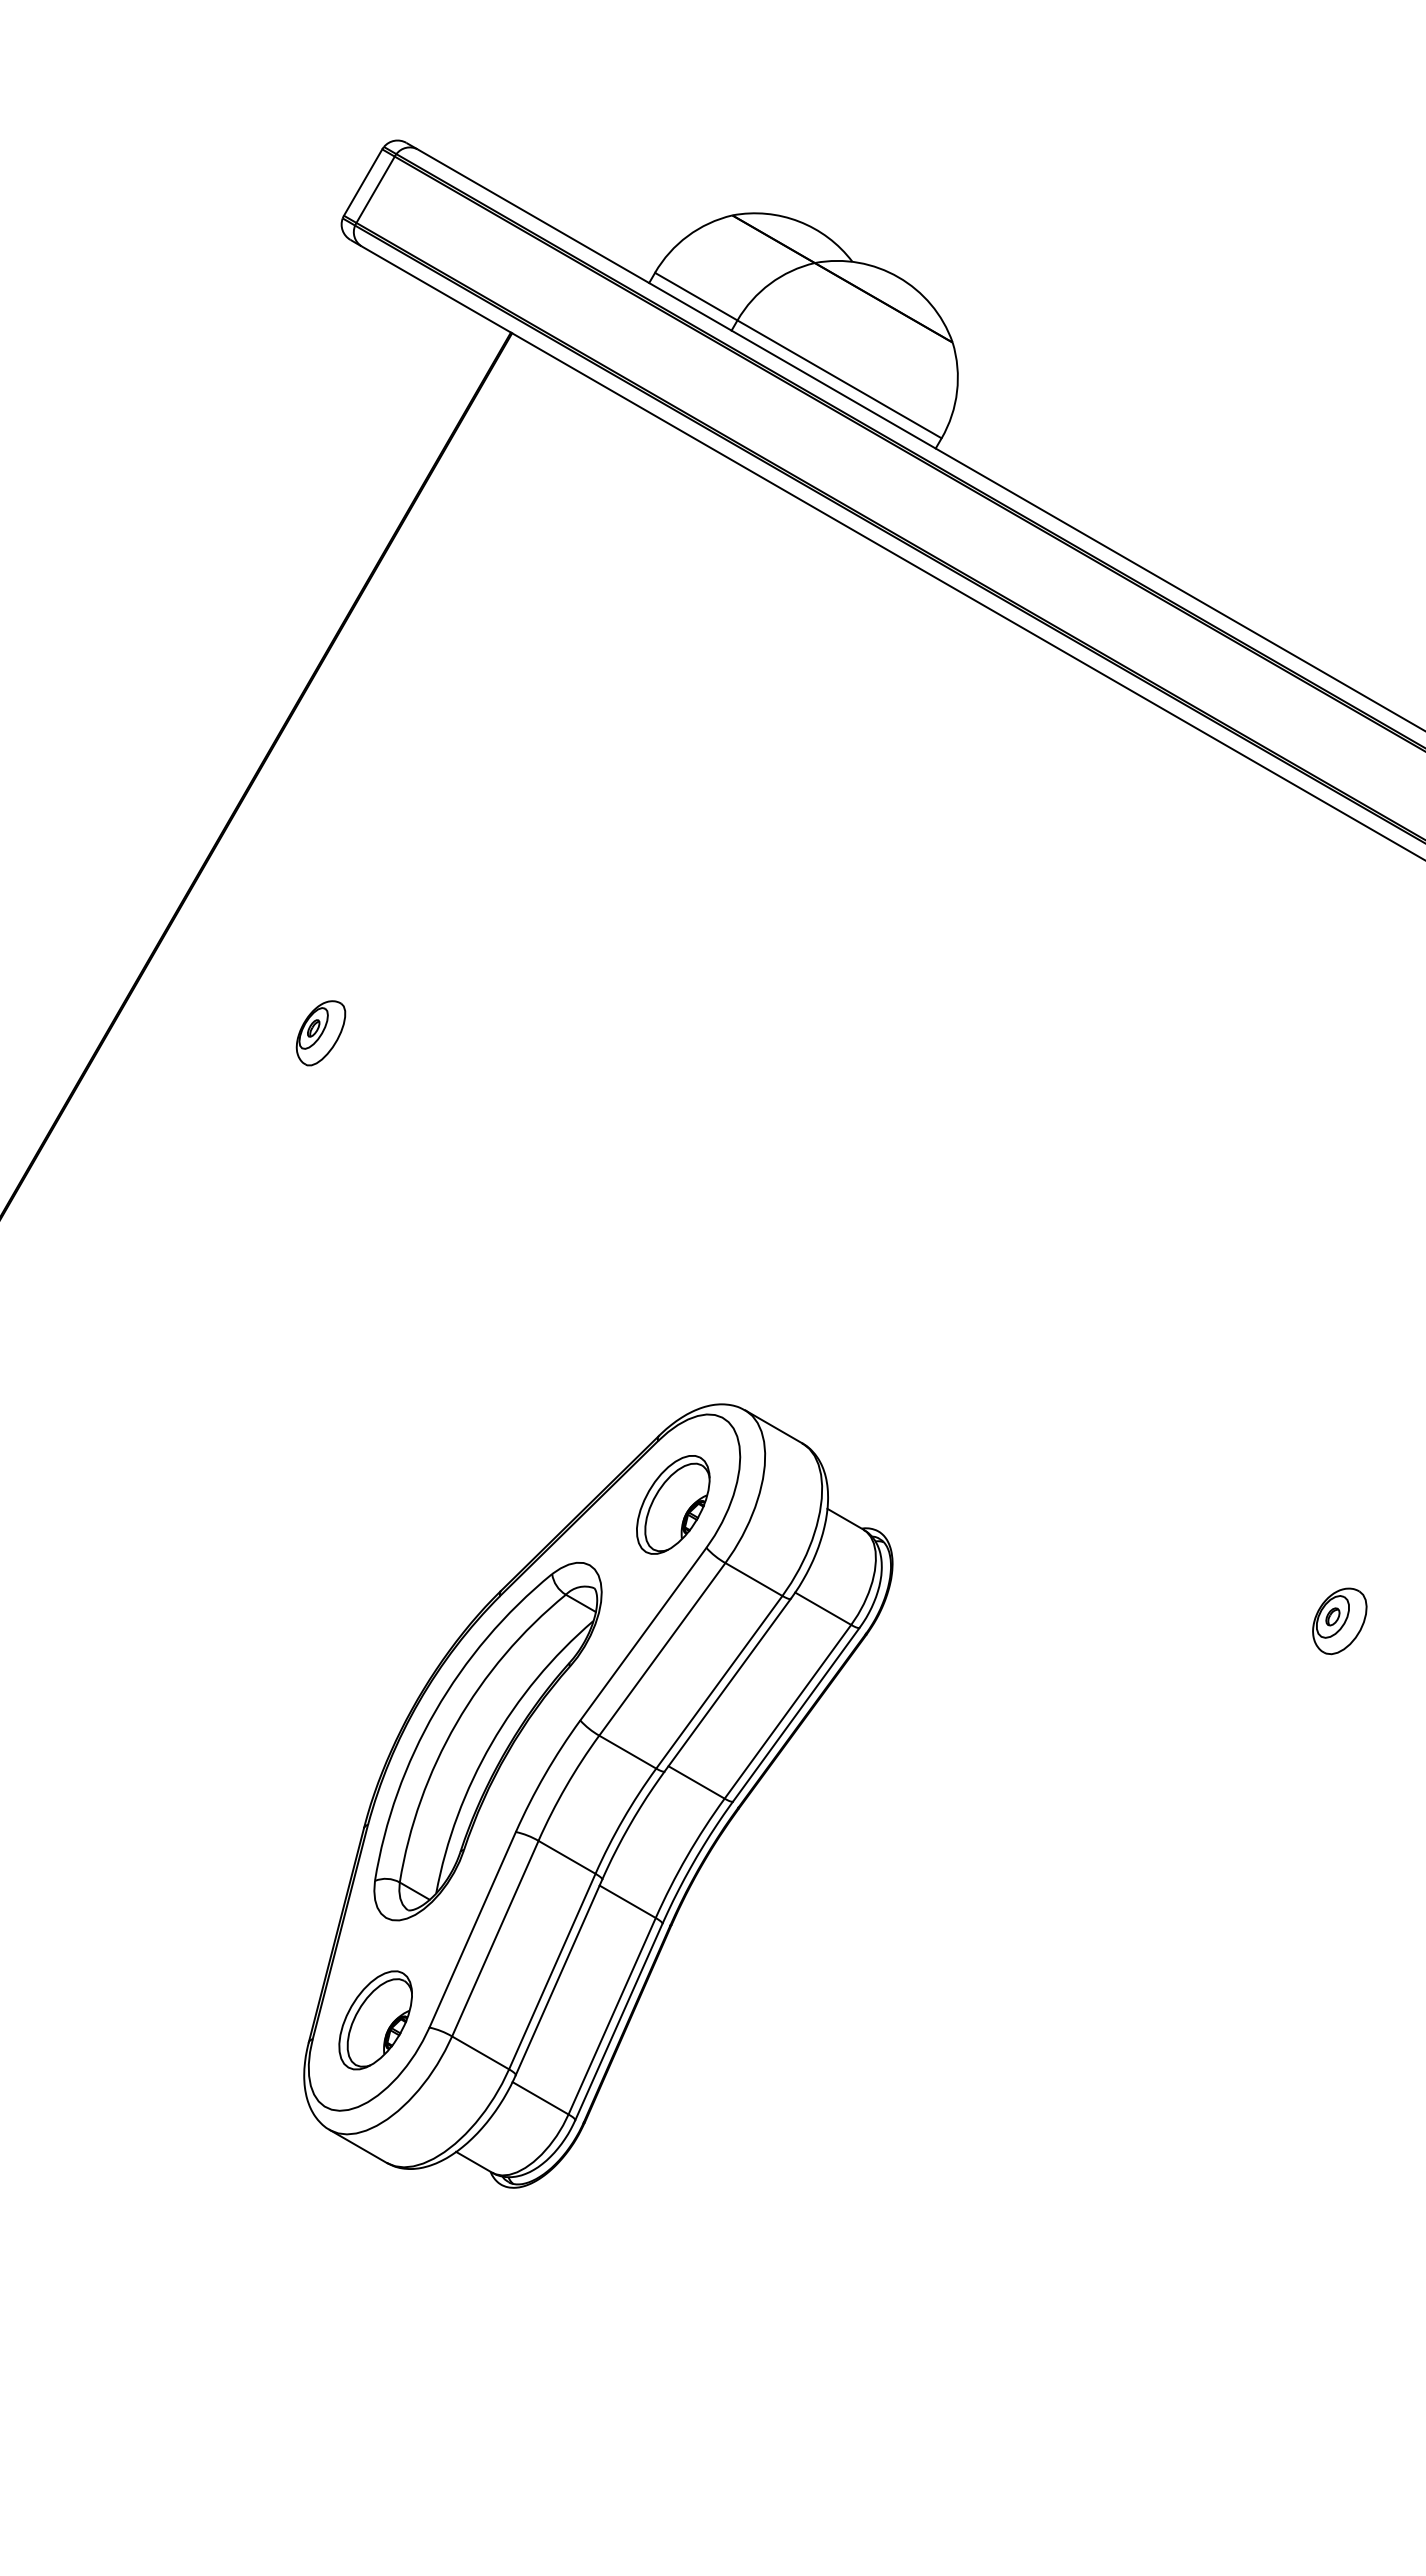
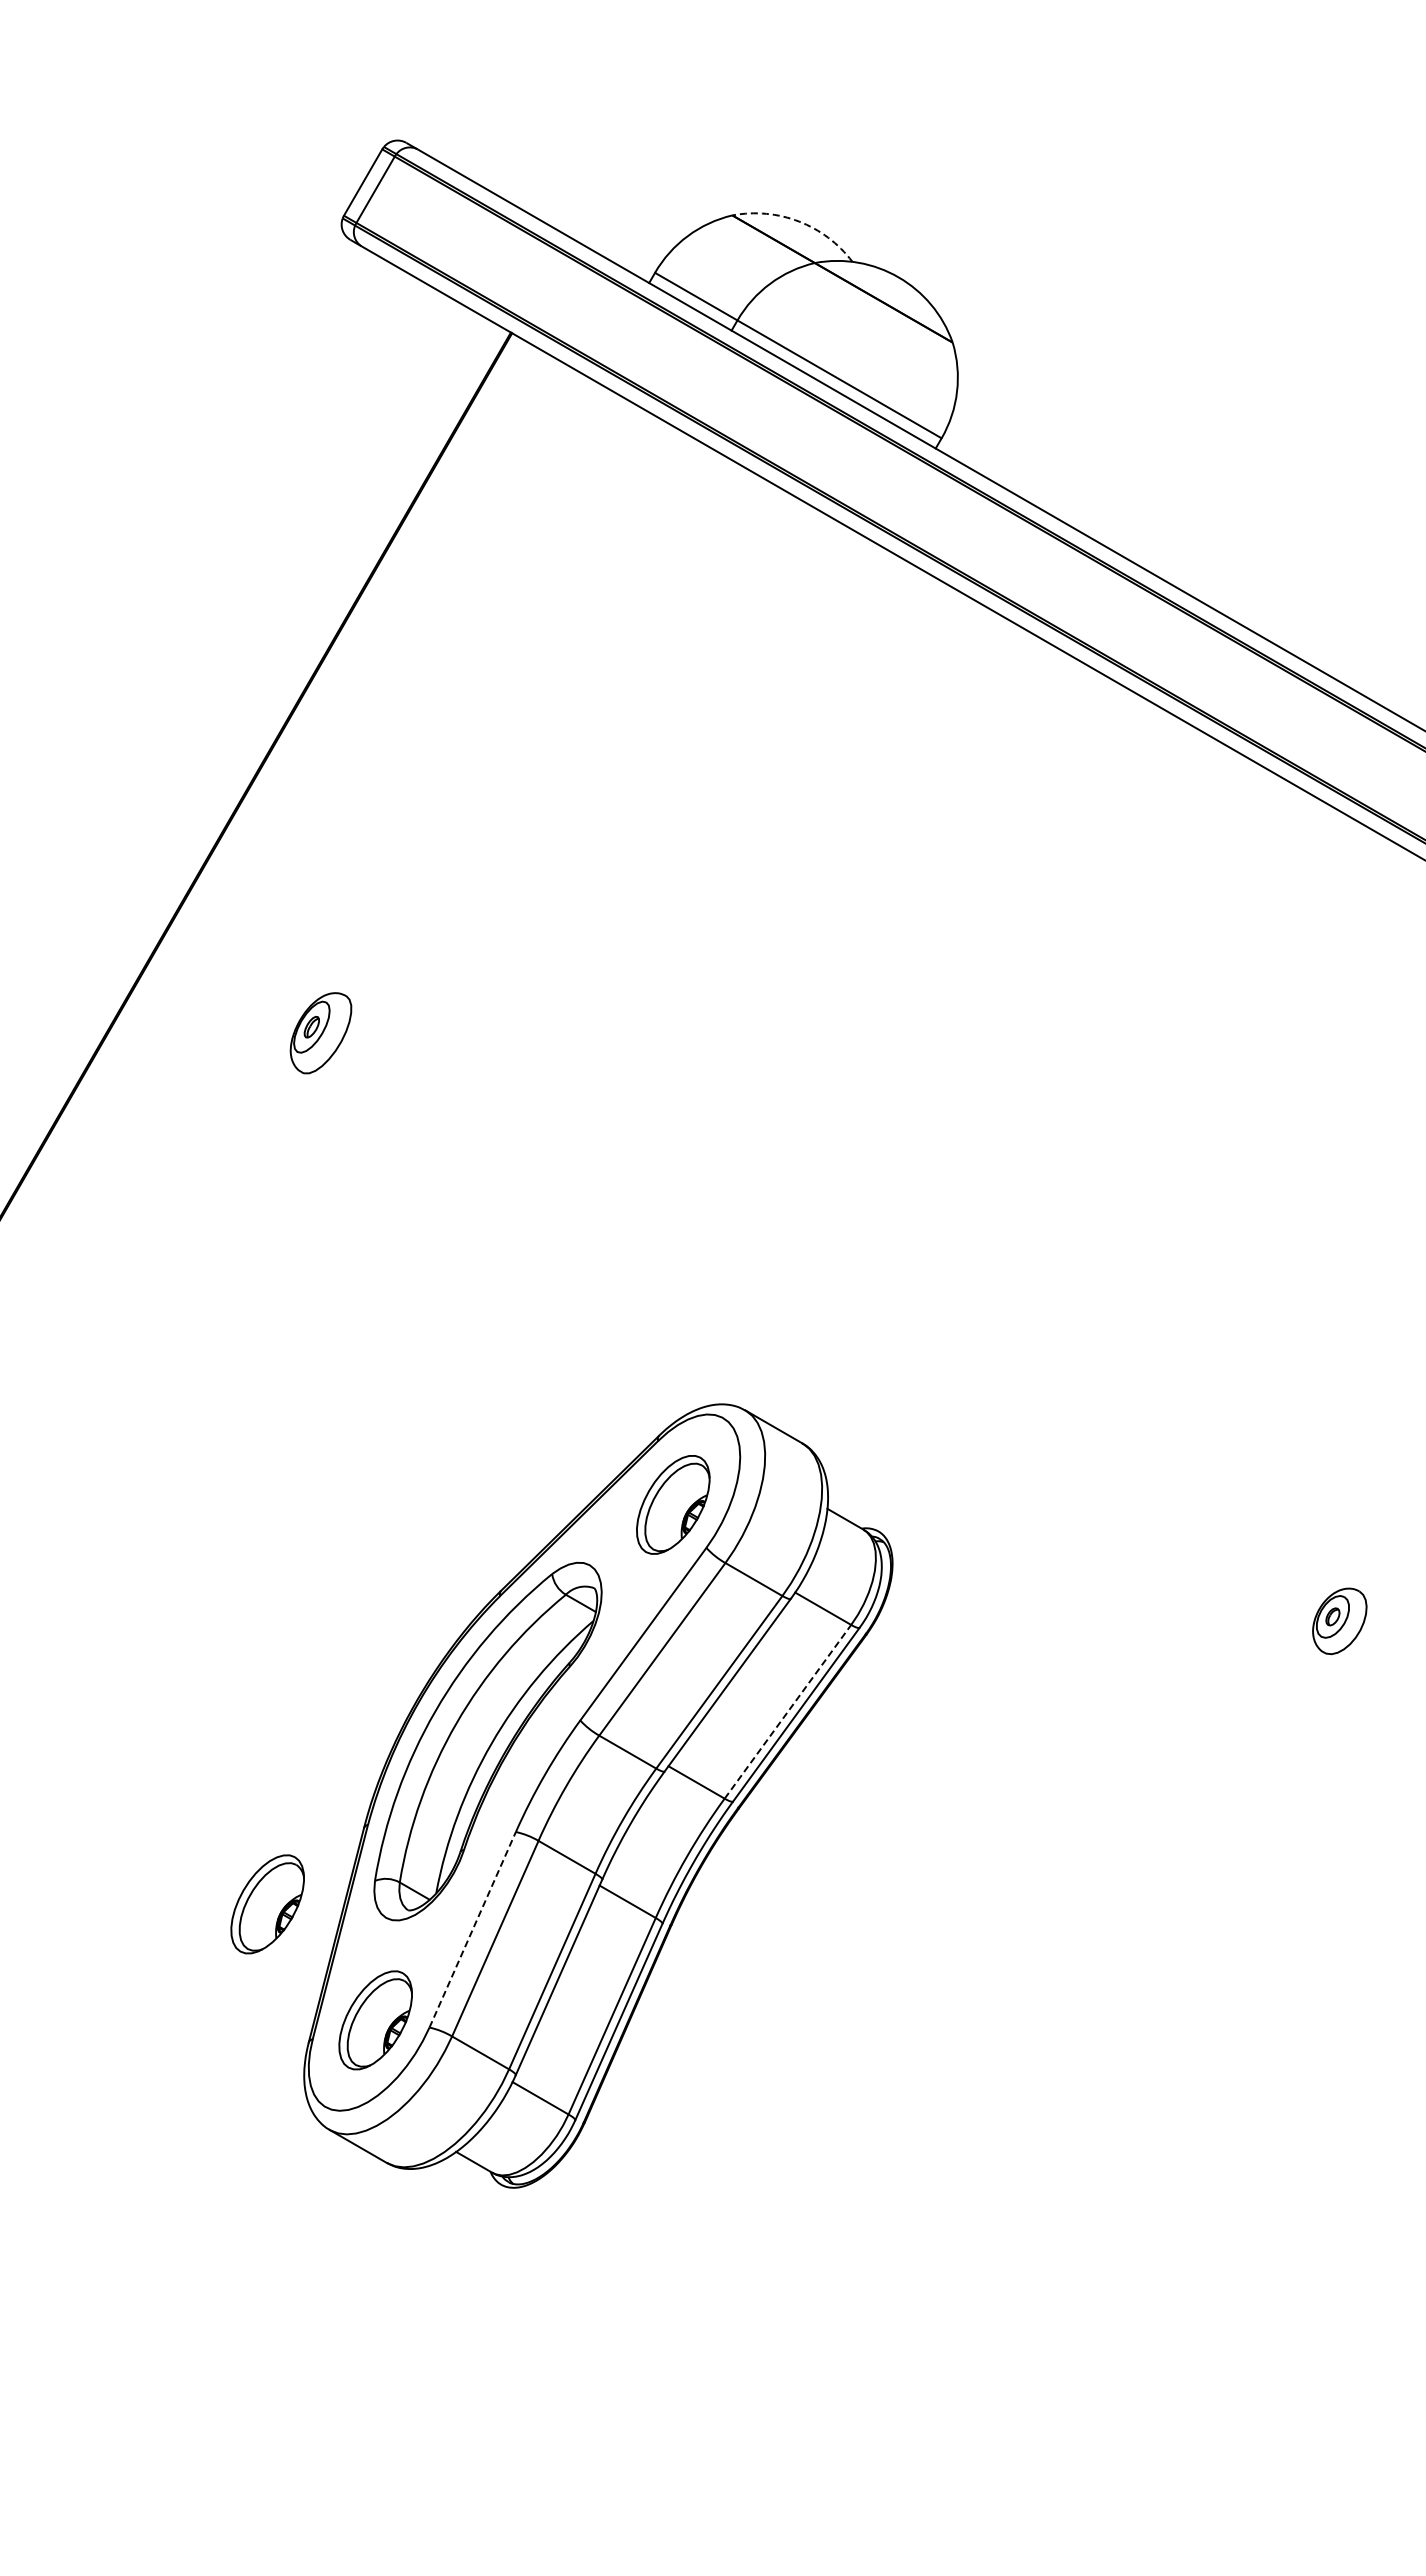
arc at (799, 221): solid -> dashed
part at (320, 1033) size: 52x67 px -> 64x83 px
line at (788, 1711): solid -> dashed
part at (267, 1904): none -> present
line at (472, 1929): solid -> dashed
